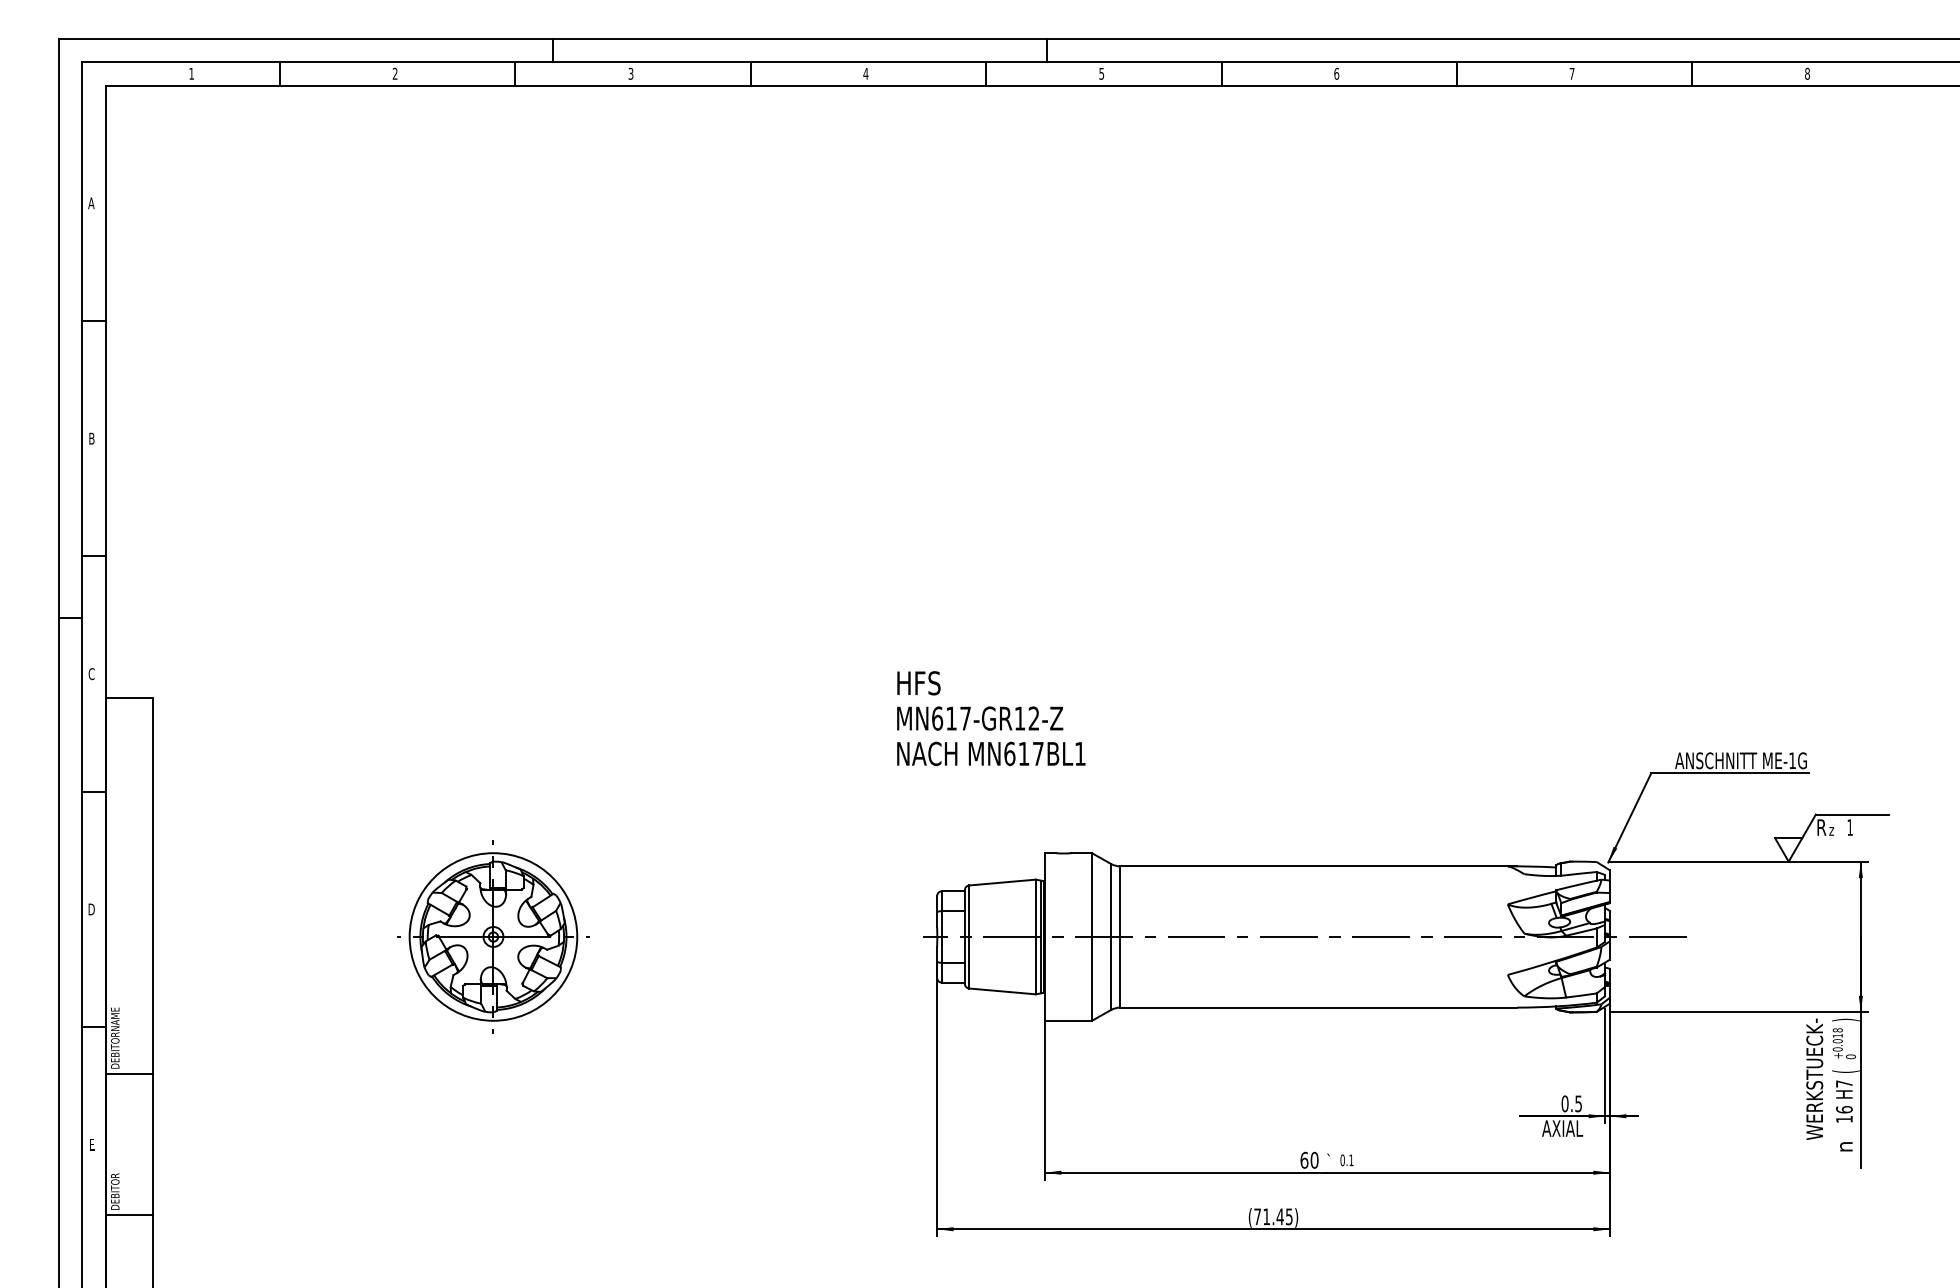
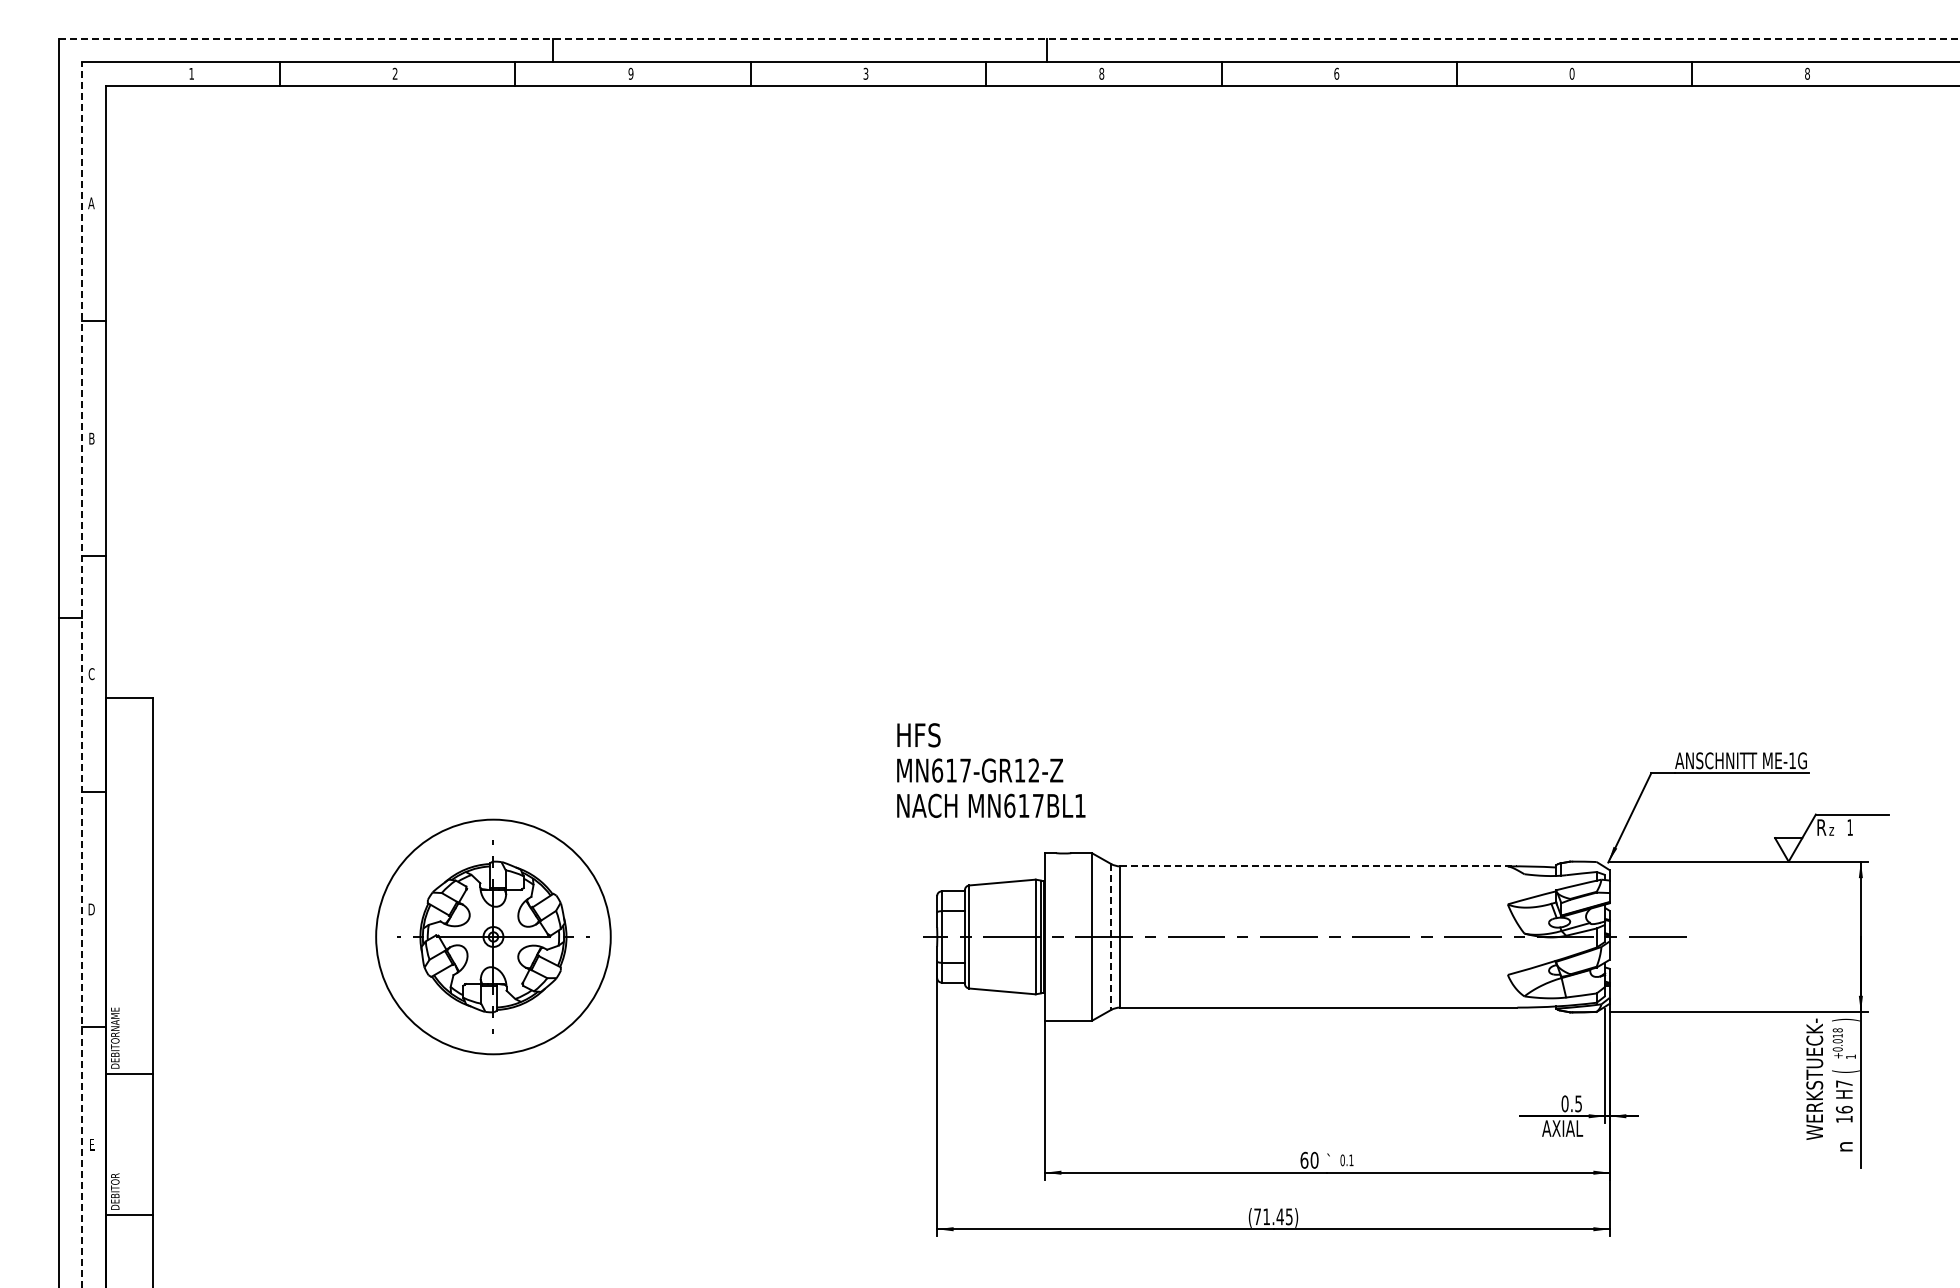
line at (1009, 38): solid -> dashed
text at (630, 73): 3 -> 9
text at (865, 73): 4 -> 3
text at (1101, 73): 5 -> 8
text at (1571, 73): 7 -> 0
line at (82, 674): solid -> dashed
text at (991, 718) position: (991, 718) -> (991, 770)
line at (1318, 866): solid -> dashed
circle at (493, 936) diameter: 168 px -> 235 px
line at (1111, 937): solid -> dashed
text at (1850, 1056): 0 -> 1
